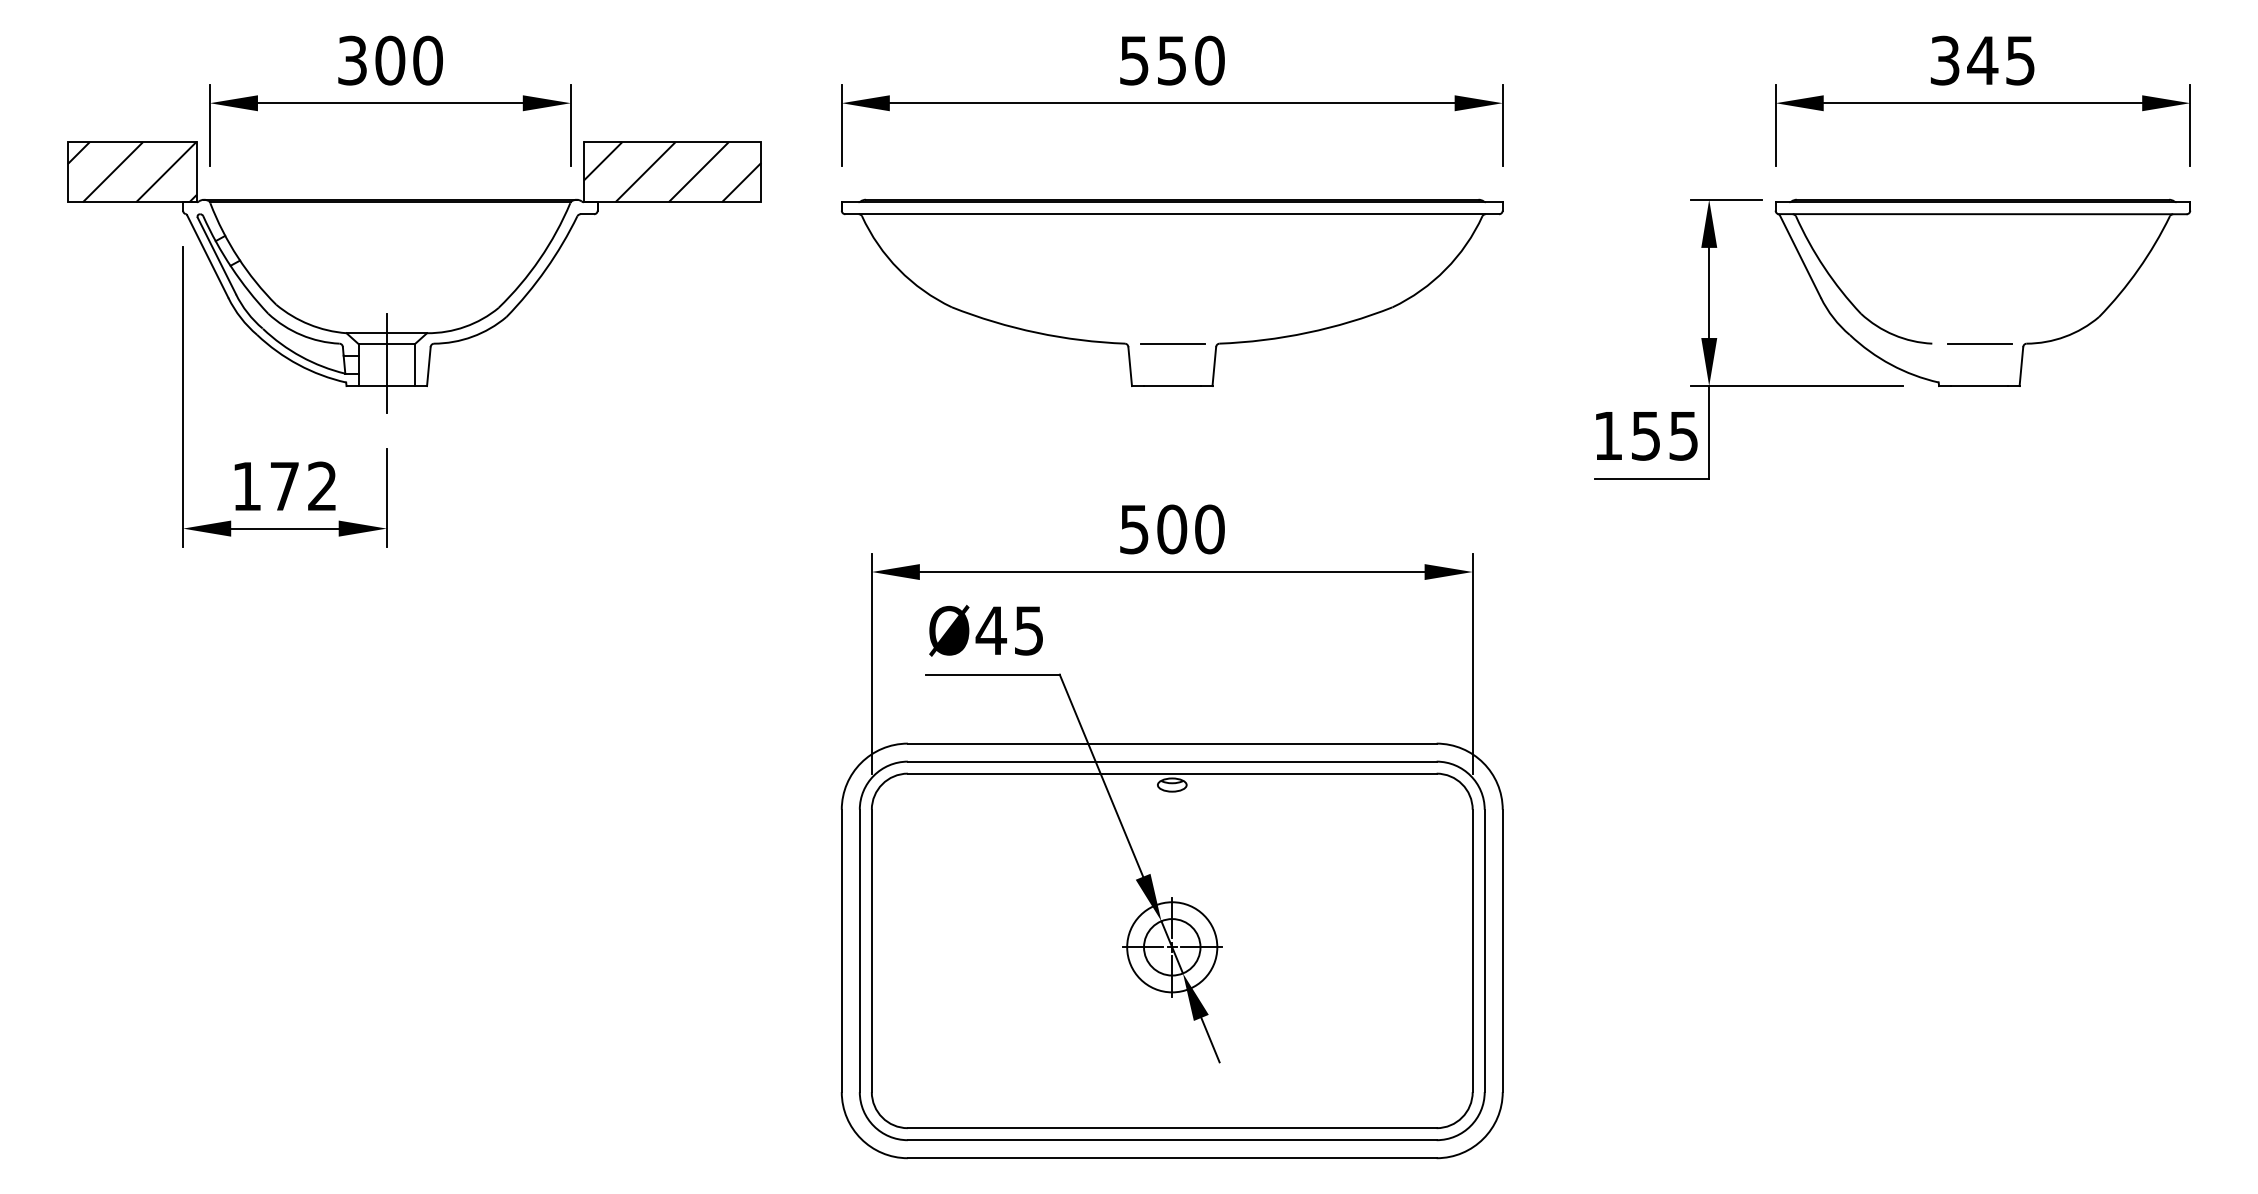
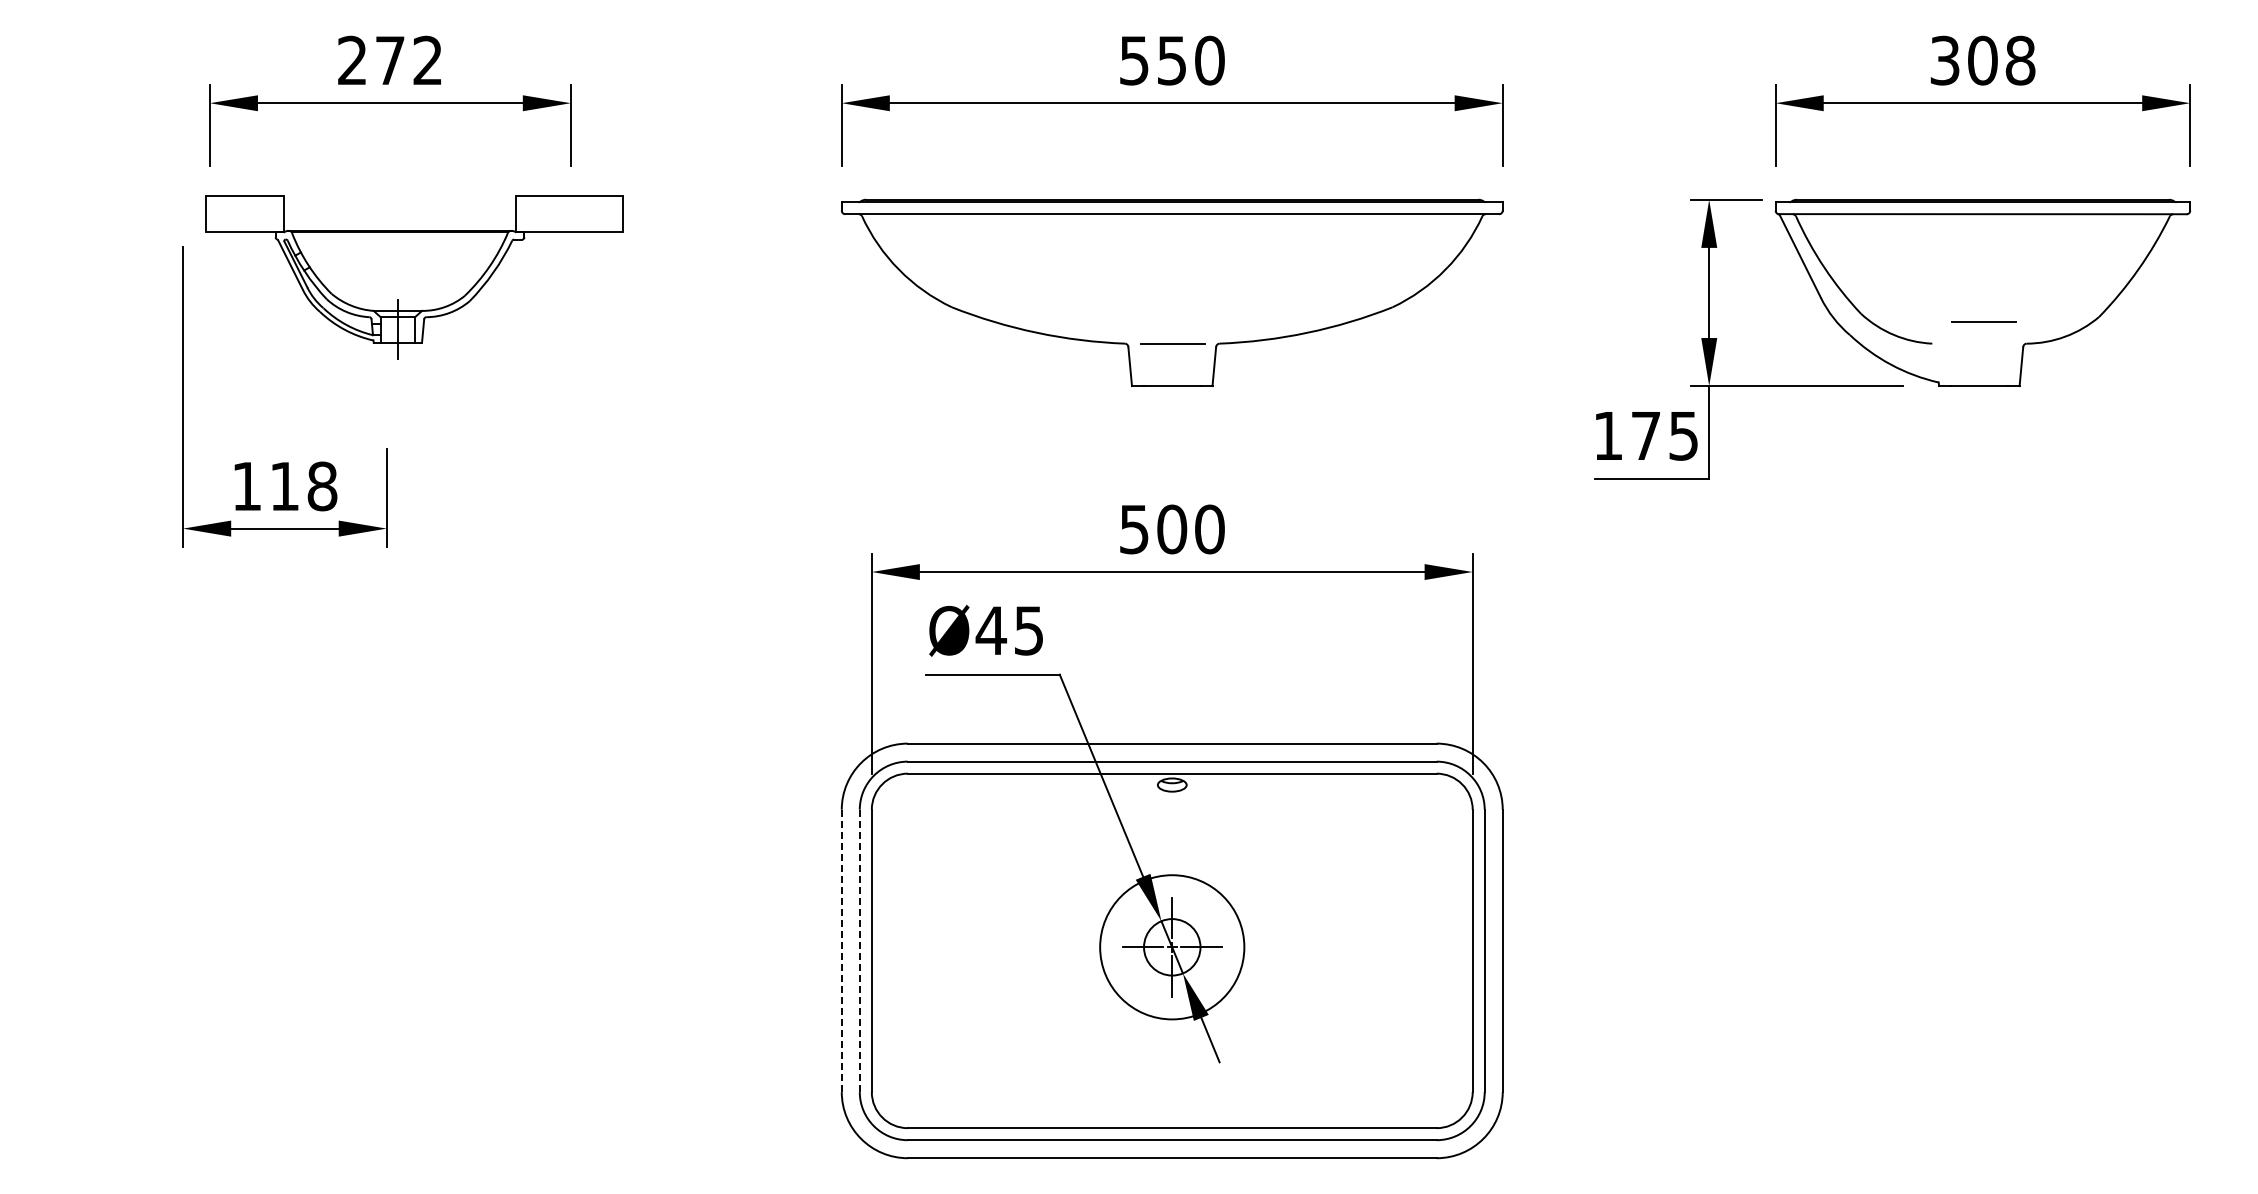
text at (390, 60): 300 -> 272
text at (2001, 60): 345 -> 308
part at (414, 277) size: 695x273 px -> 419x165 px
line at (1979, 343) position: (1979, 343) -> (1983, 321)
text at (1645, 436): 155 -> 175
text at (303, 486): 172 -> 118
circle at (1172, 947) diameter: 90 px -> 144 px
line at (841, 950): solid -> dashed
line at (859, 950): solid -> dashed
